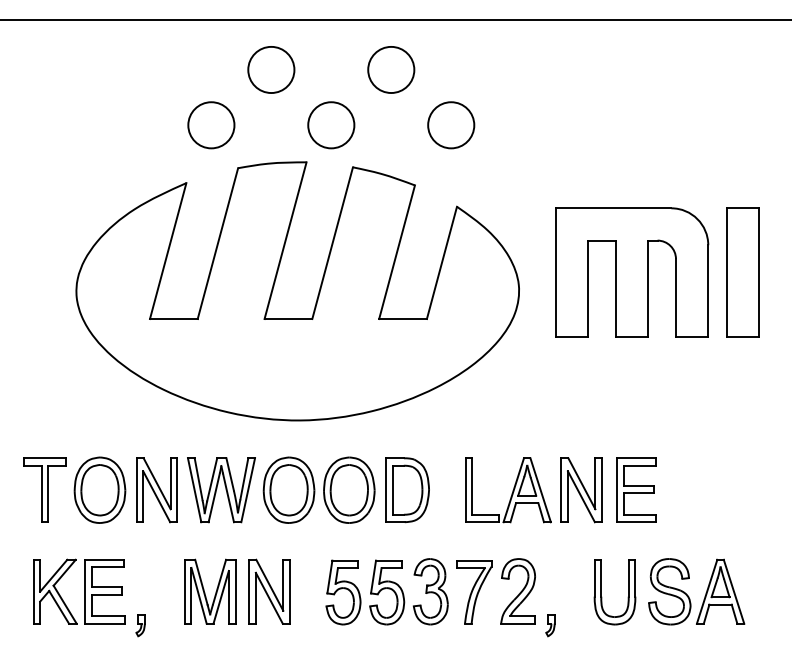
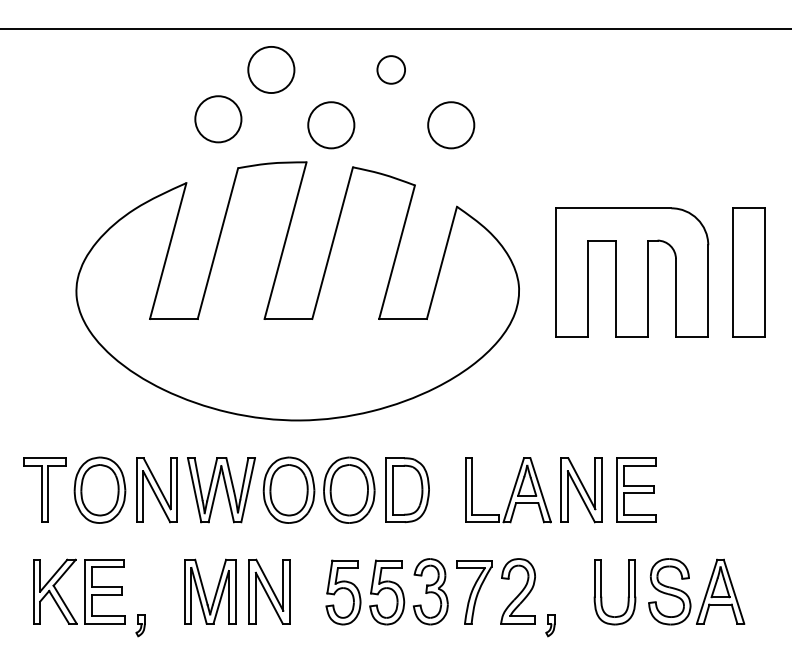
line at (395, 19) position: (395, 19) -> (395, 28)
circle at (391, 69) diameter: 46 px -> 28 px
circle at (211, 125) position: (211, 125) -> (218, 119)
part at (742, 272) position: (742, 272) -> (748, 272)
